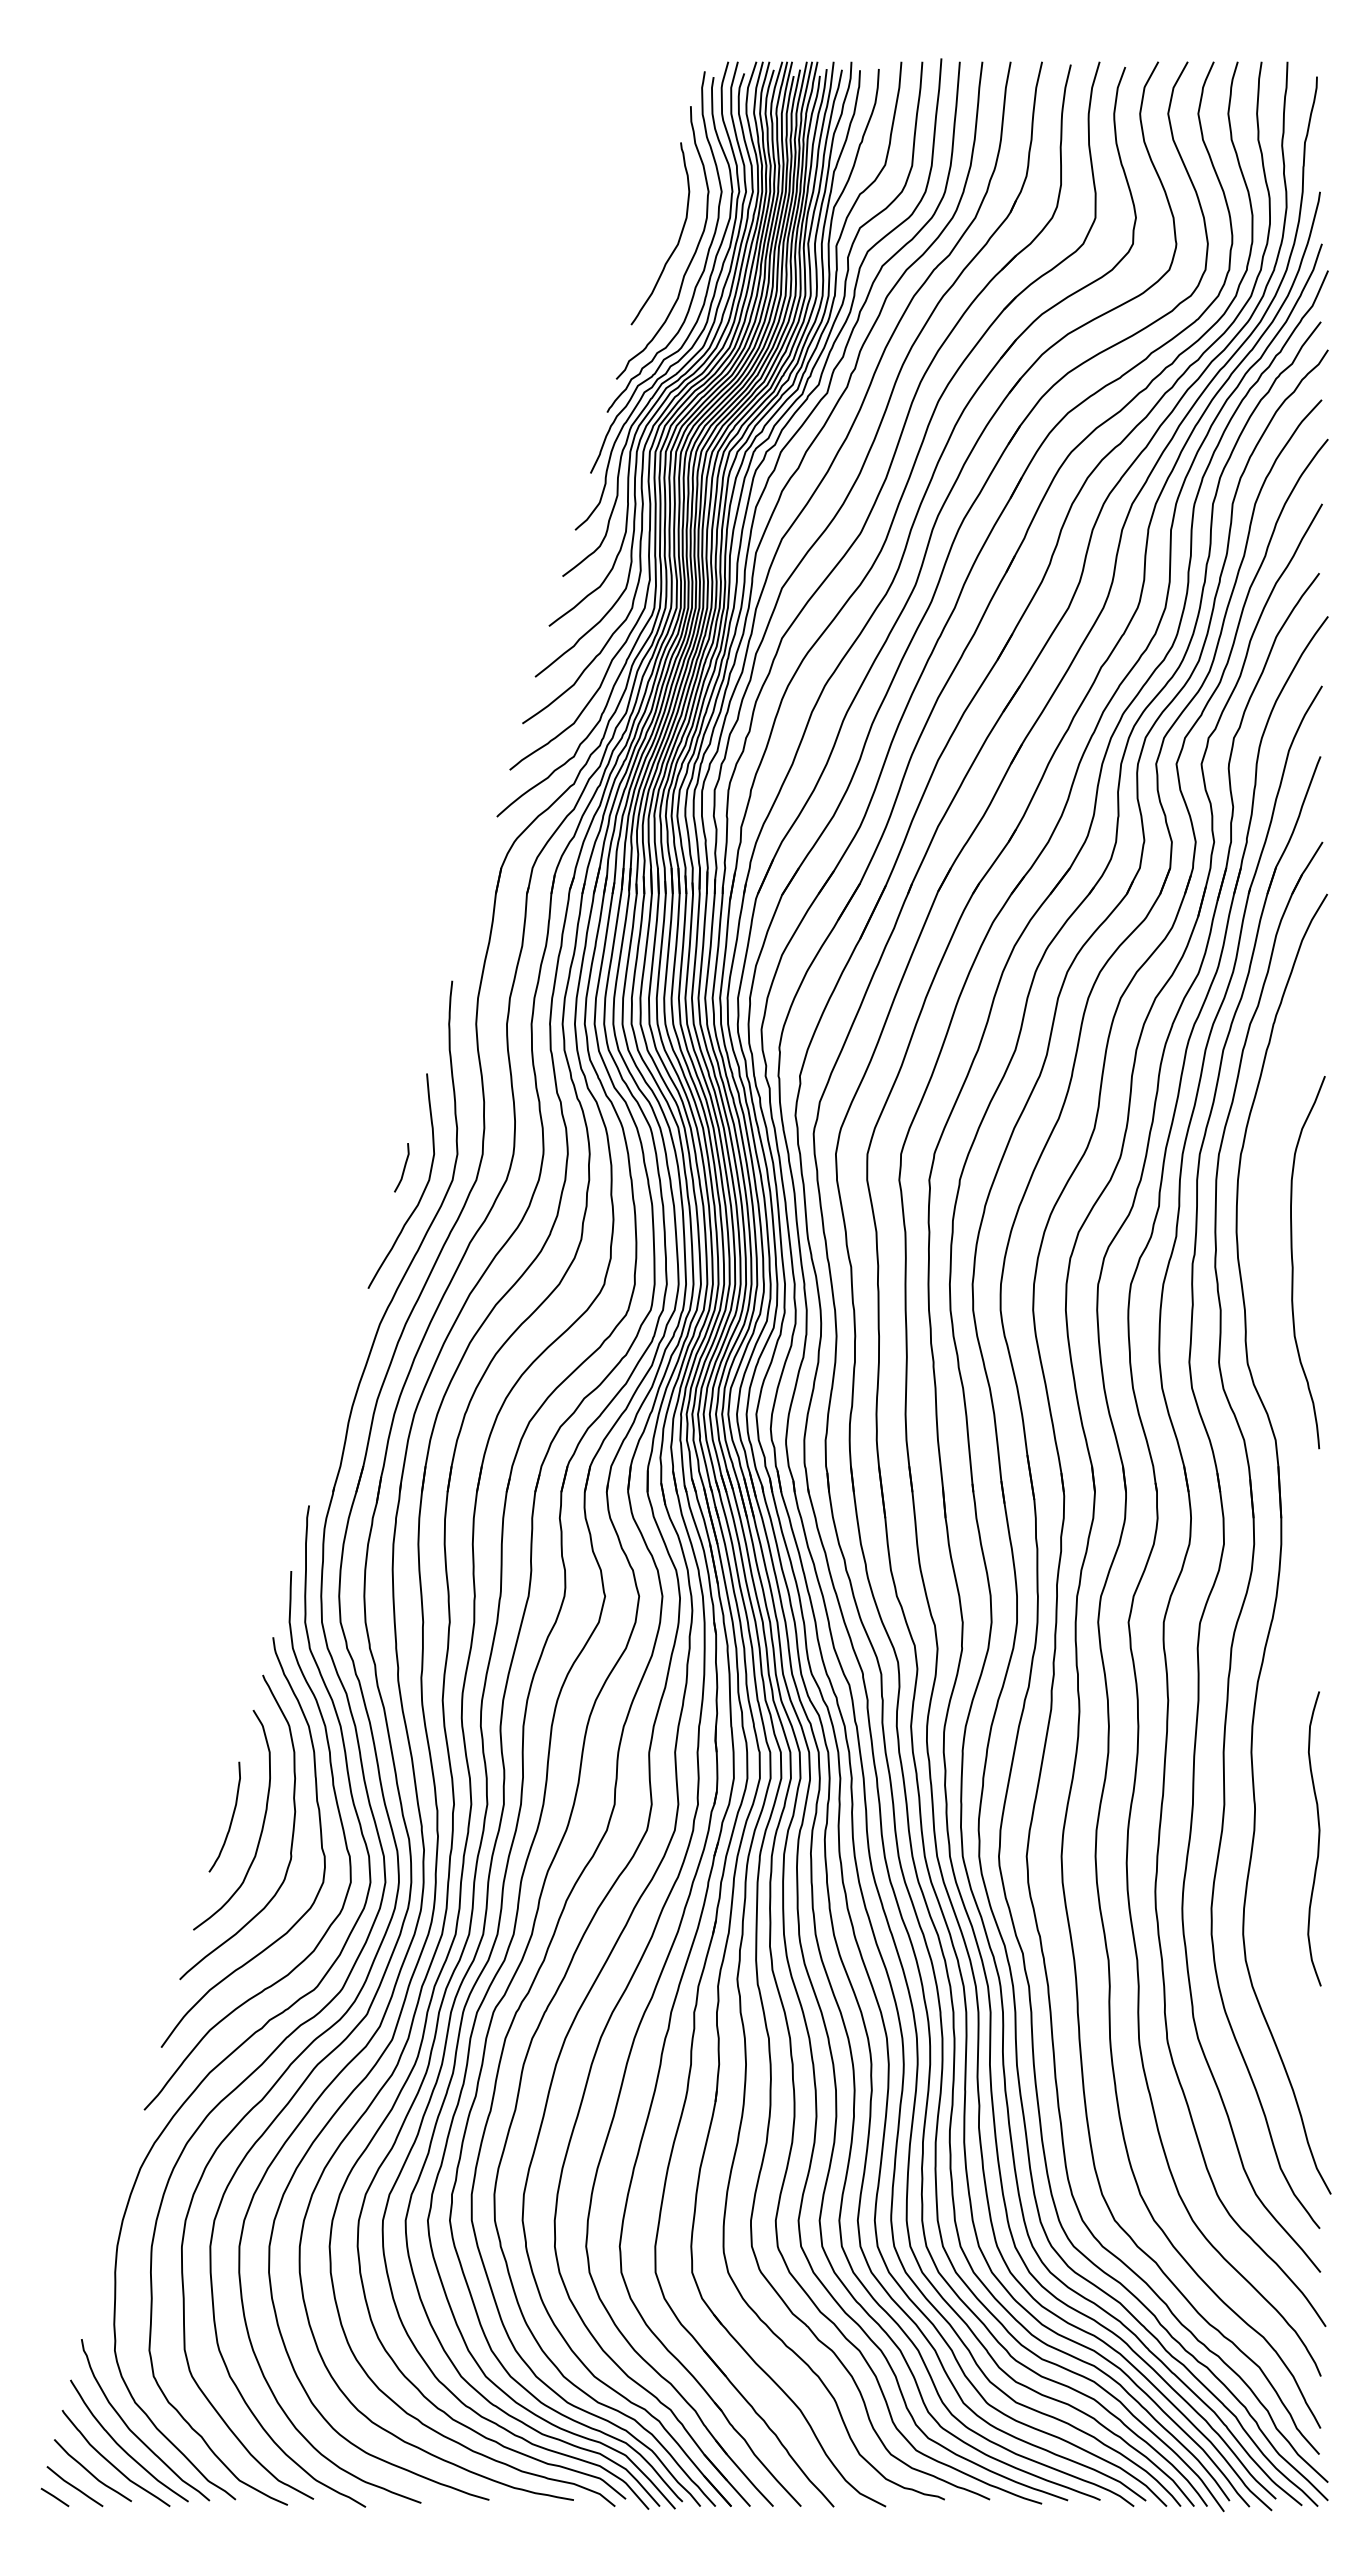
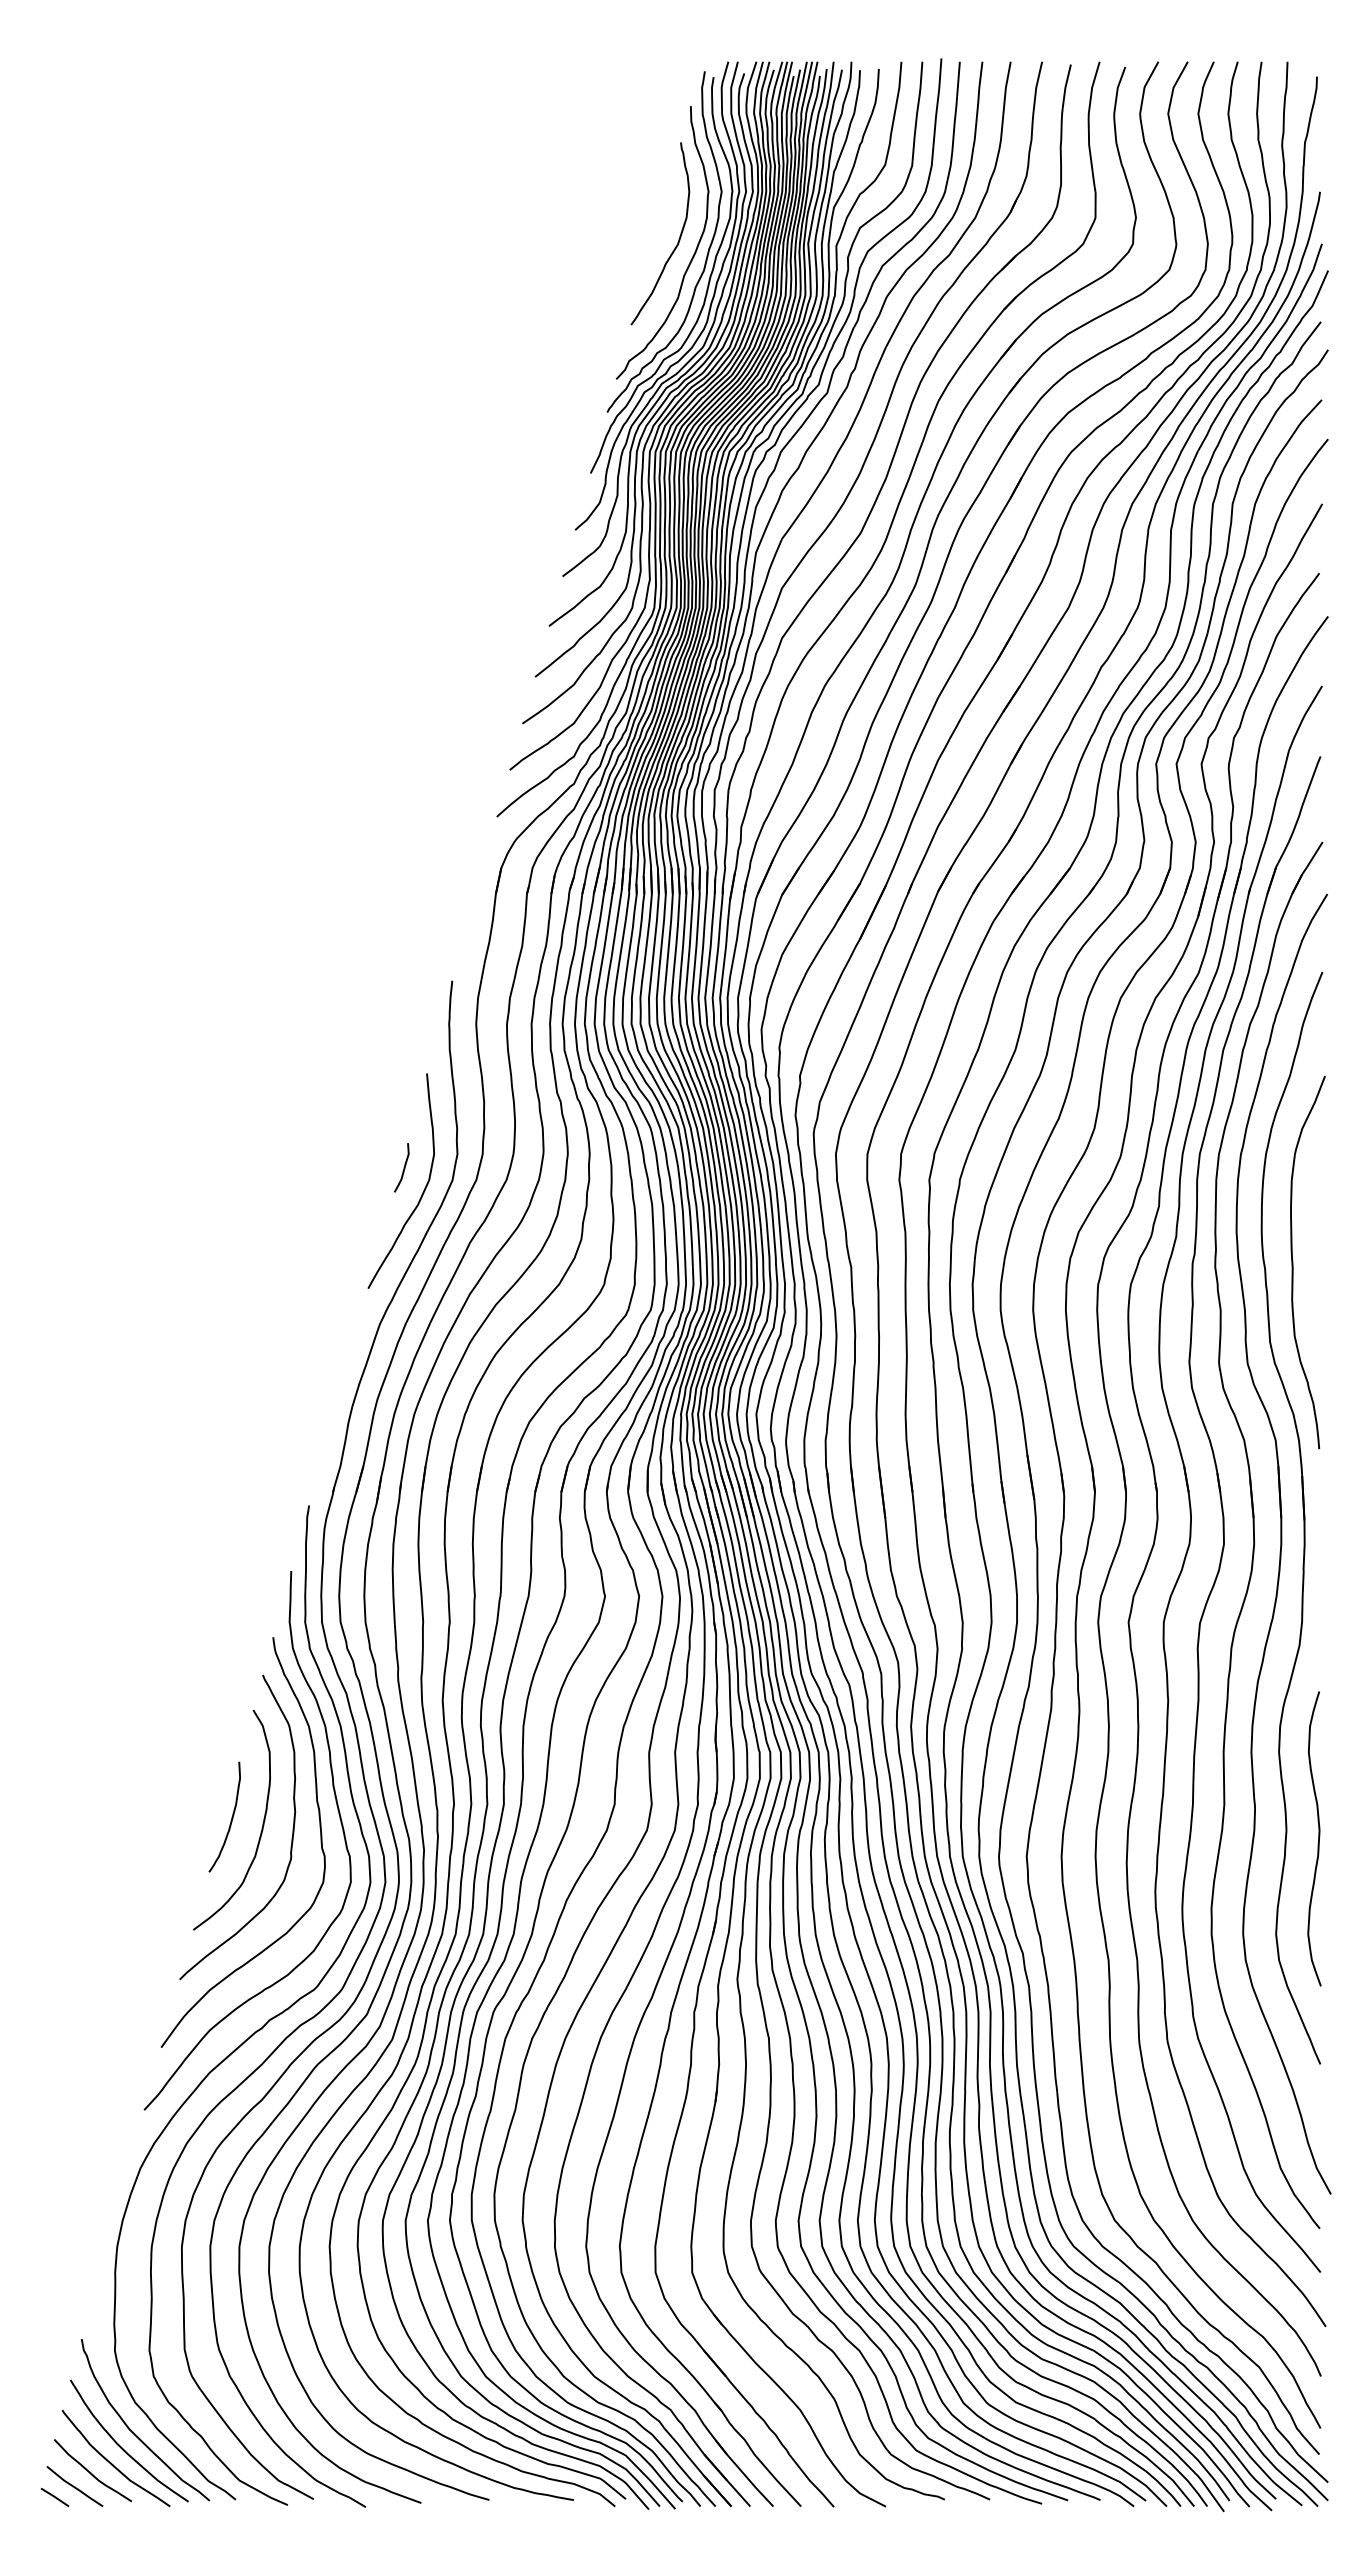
part at (1303, 1518): none -> present
